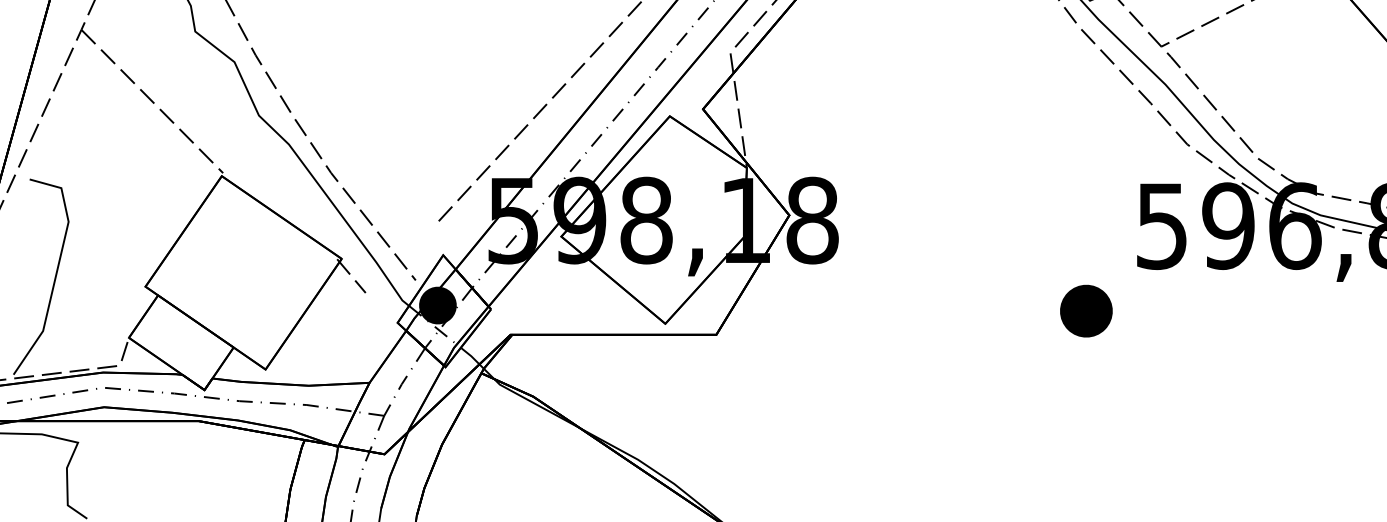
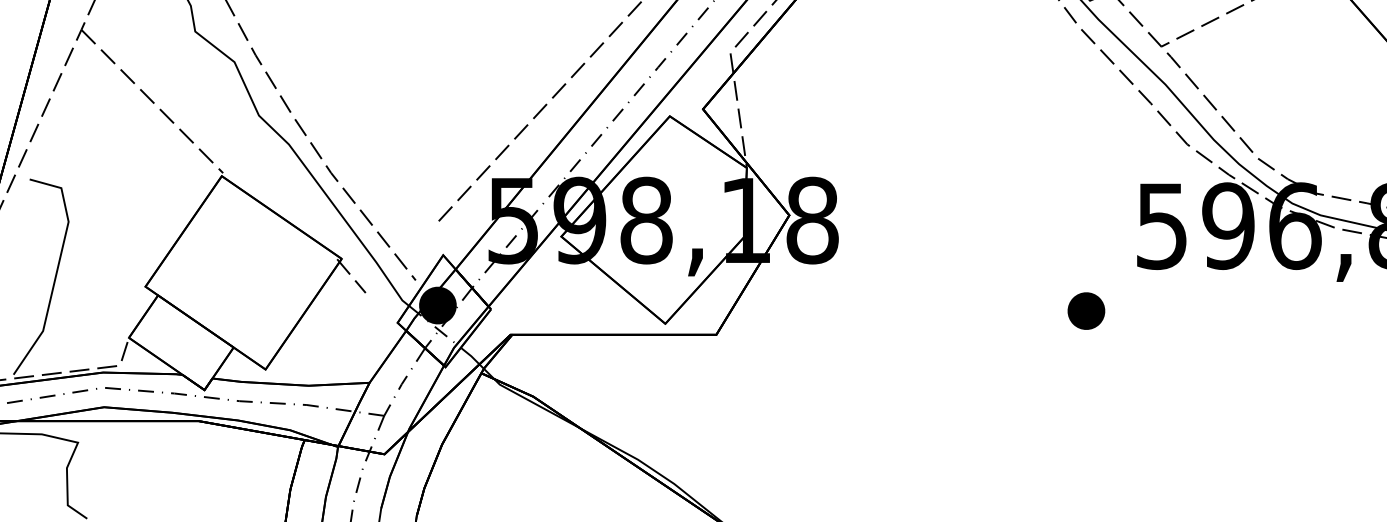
part at (1086, 310) size: 53x54 px -> 39x38 px
